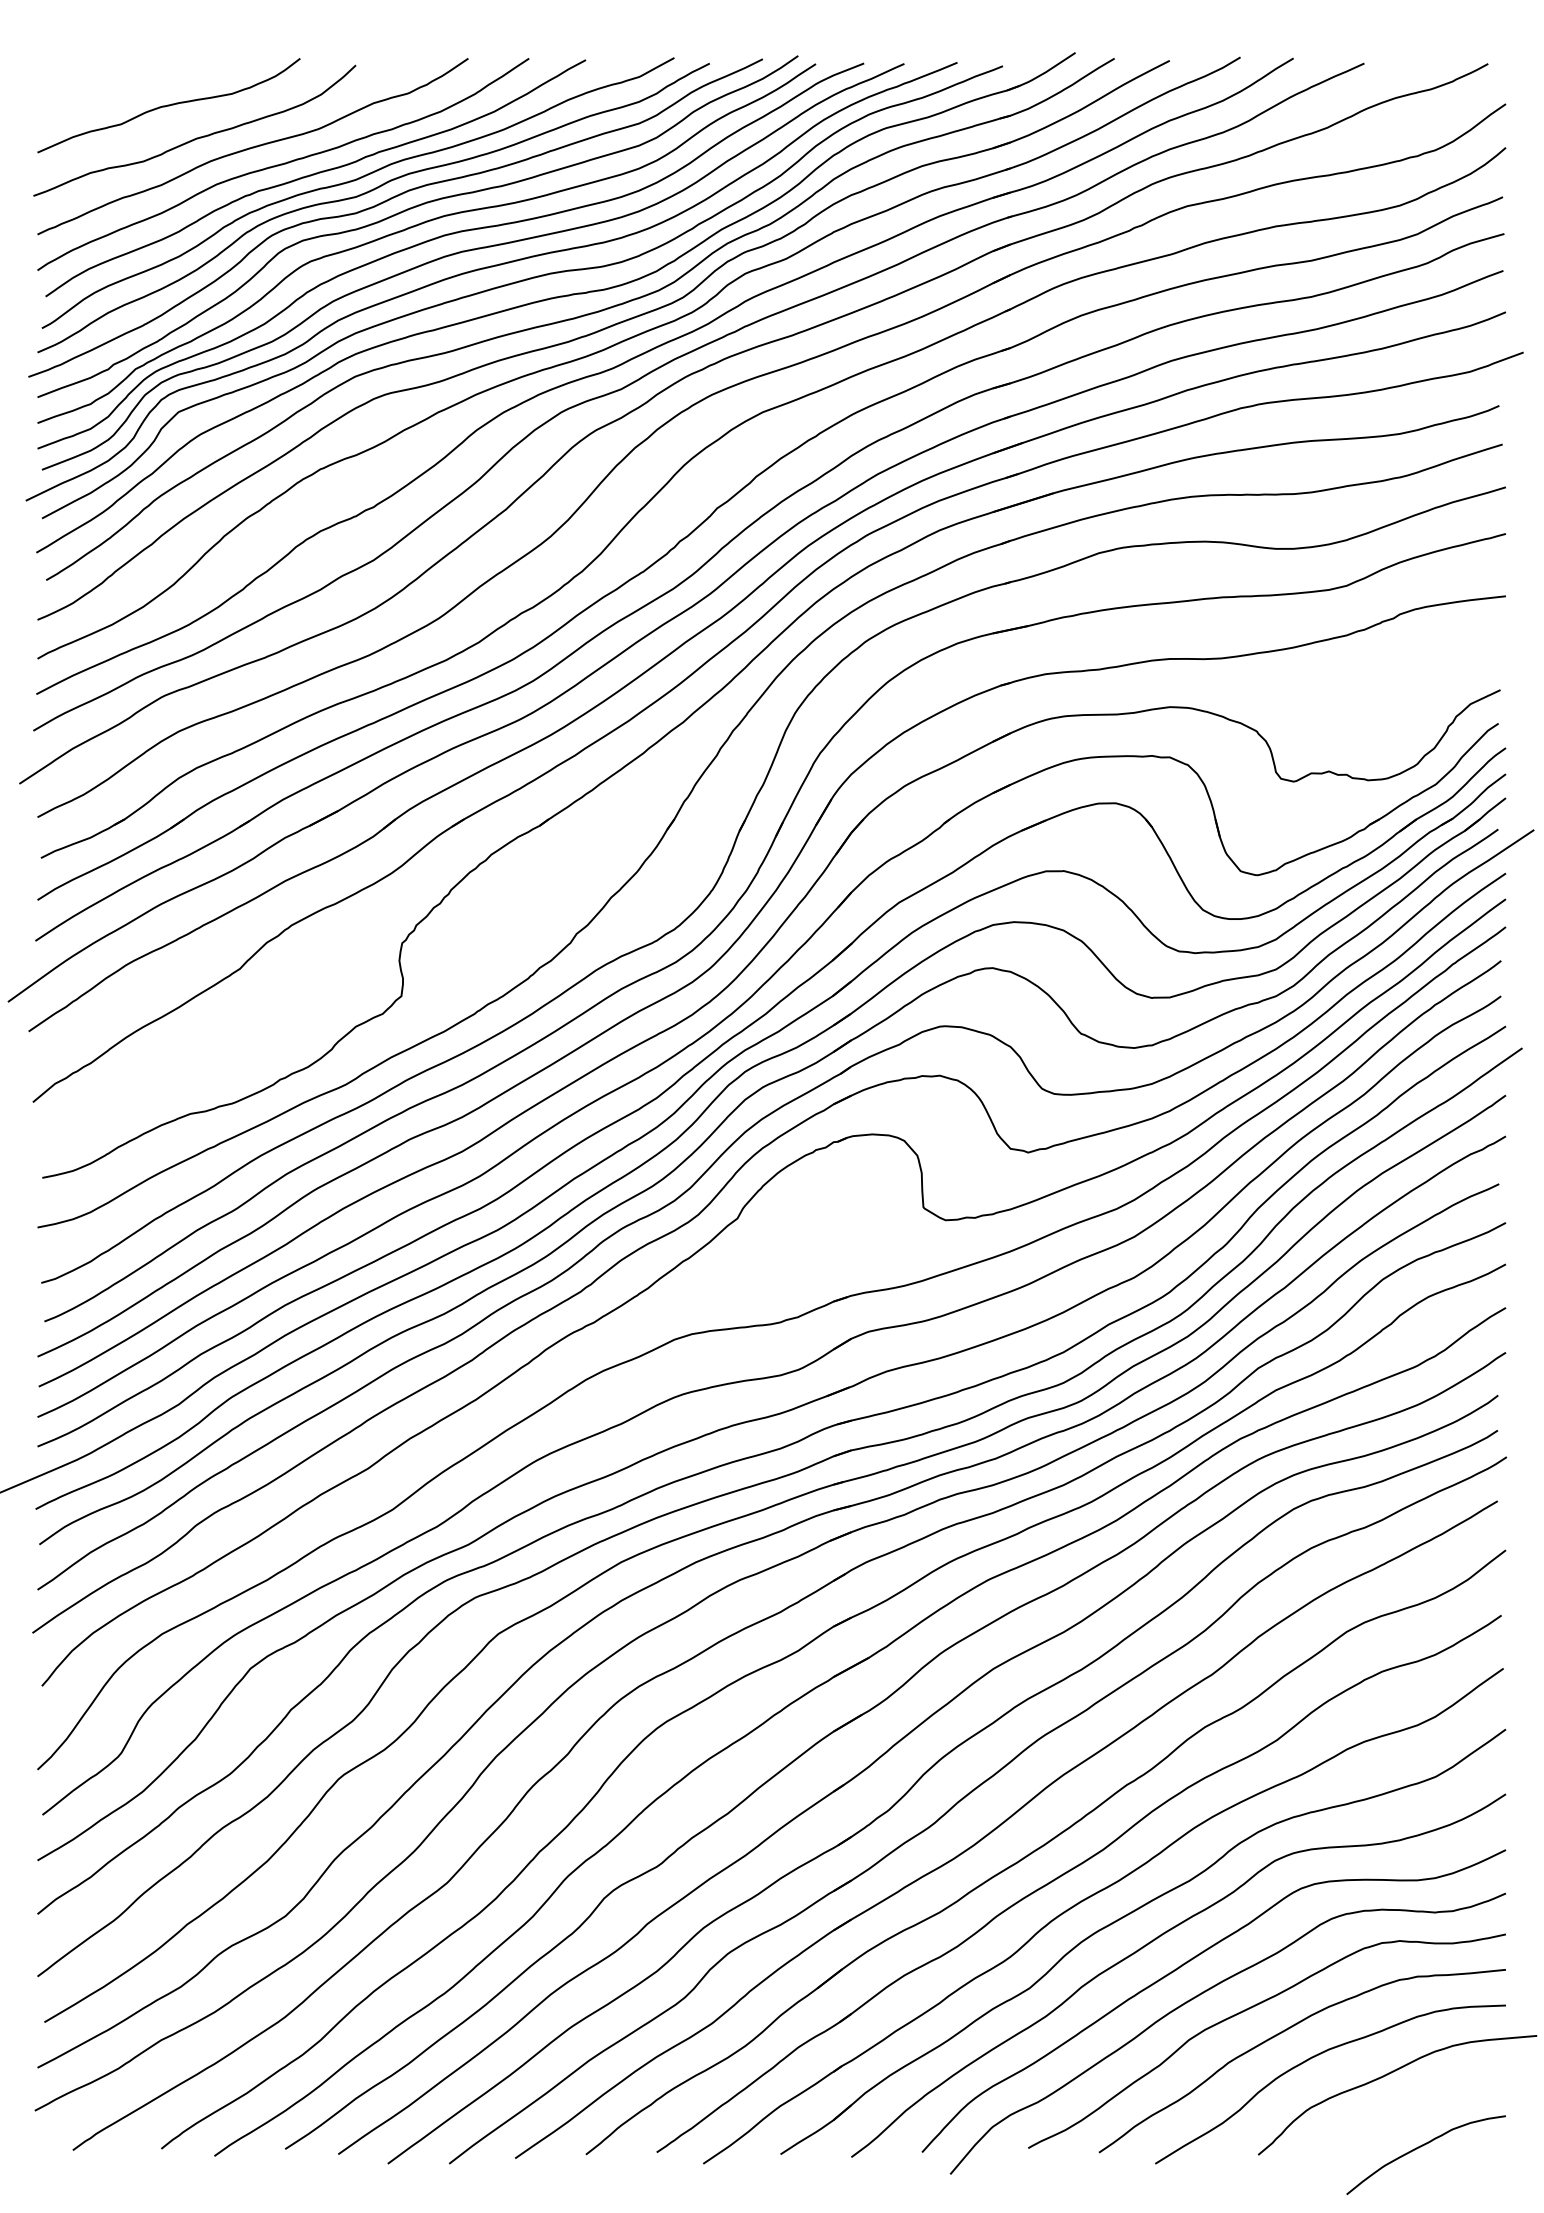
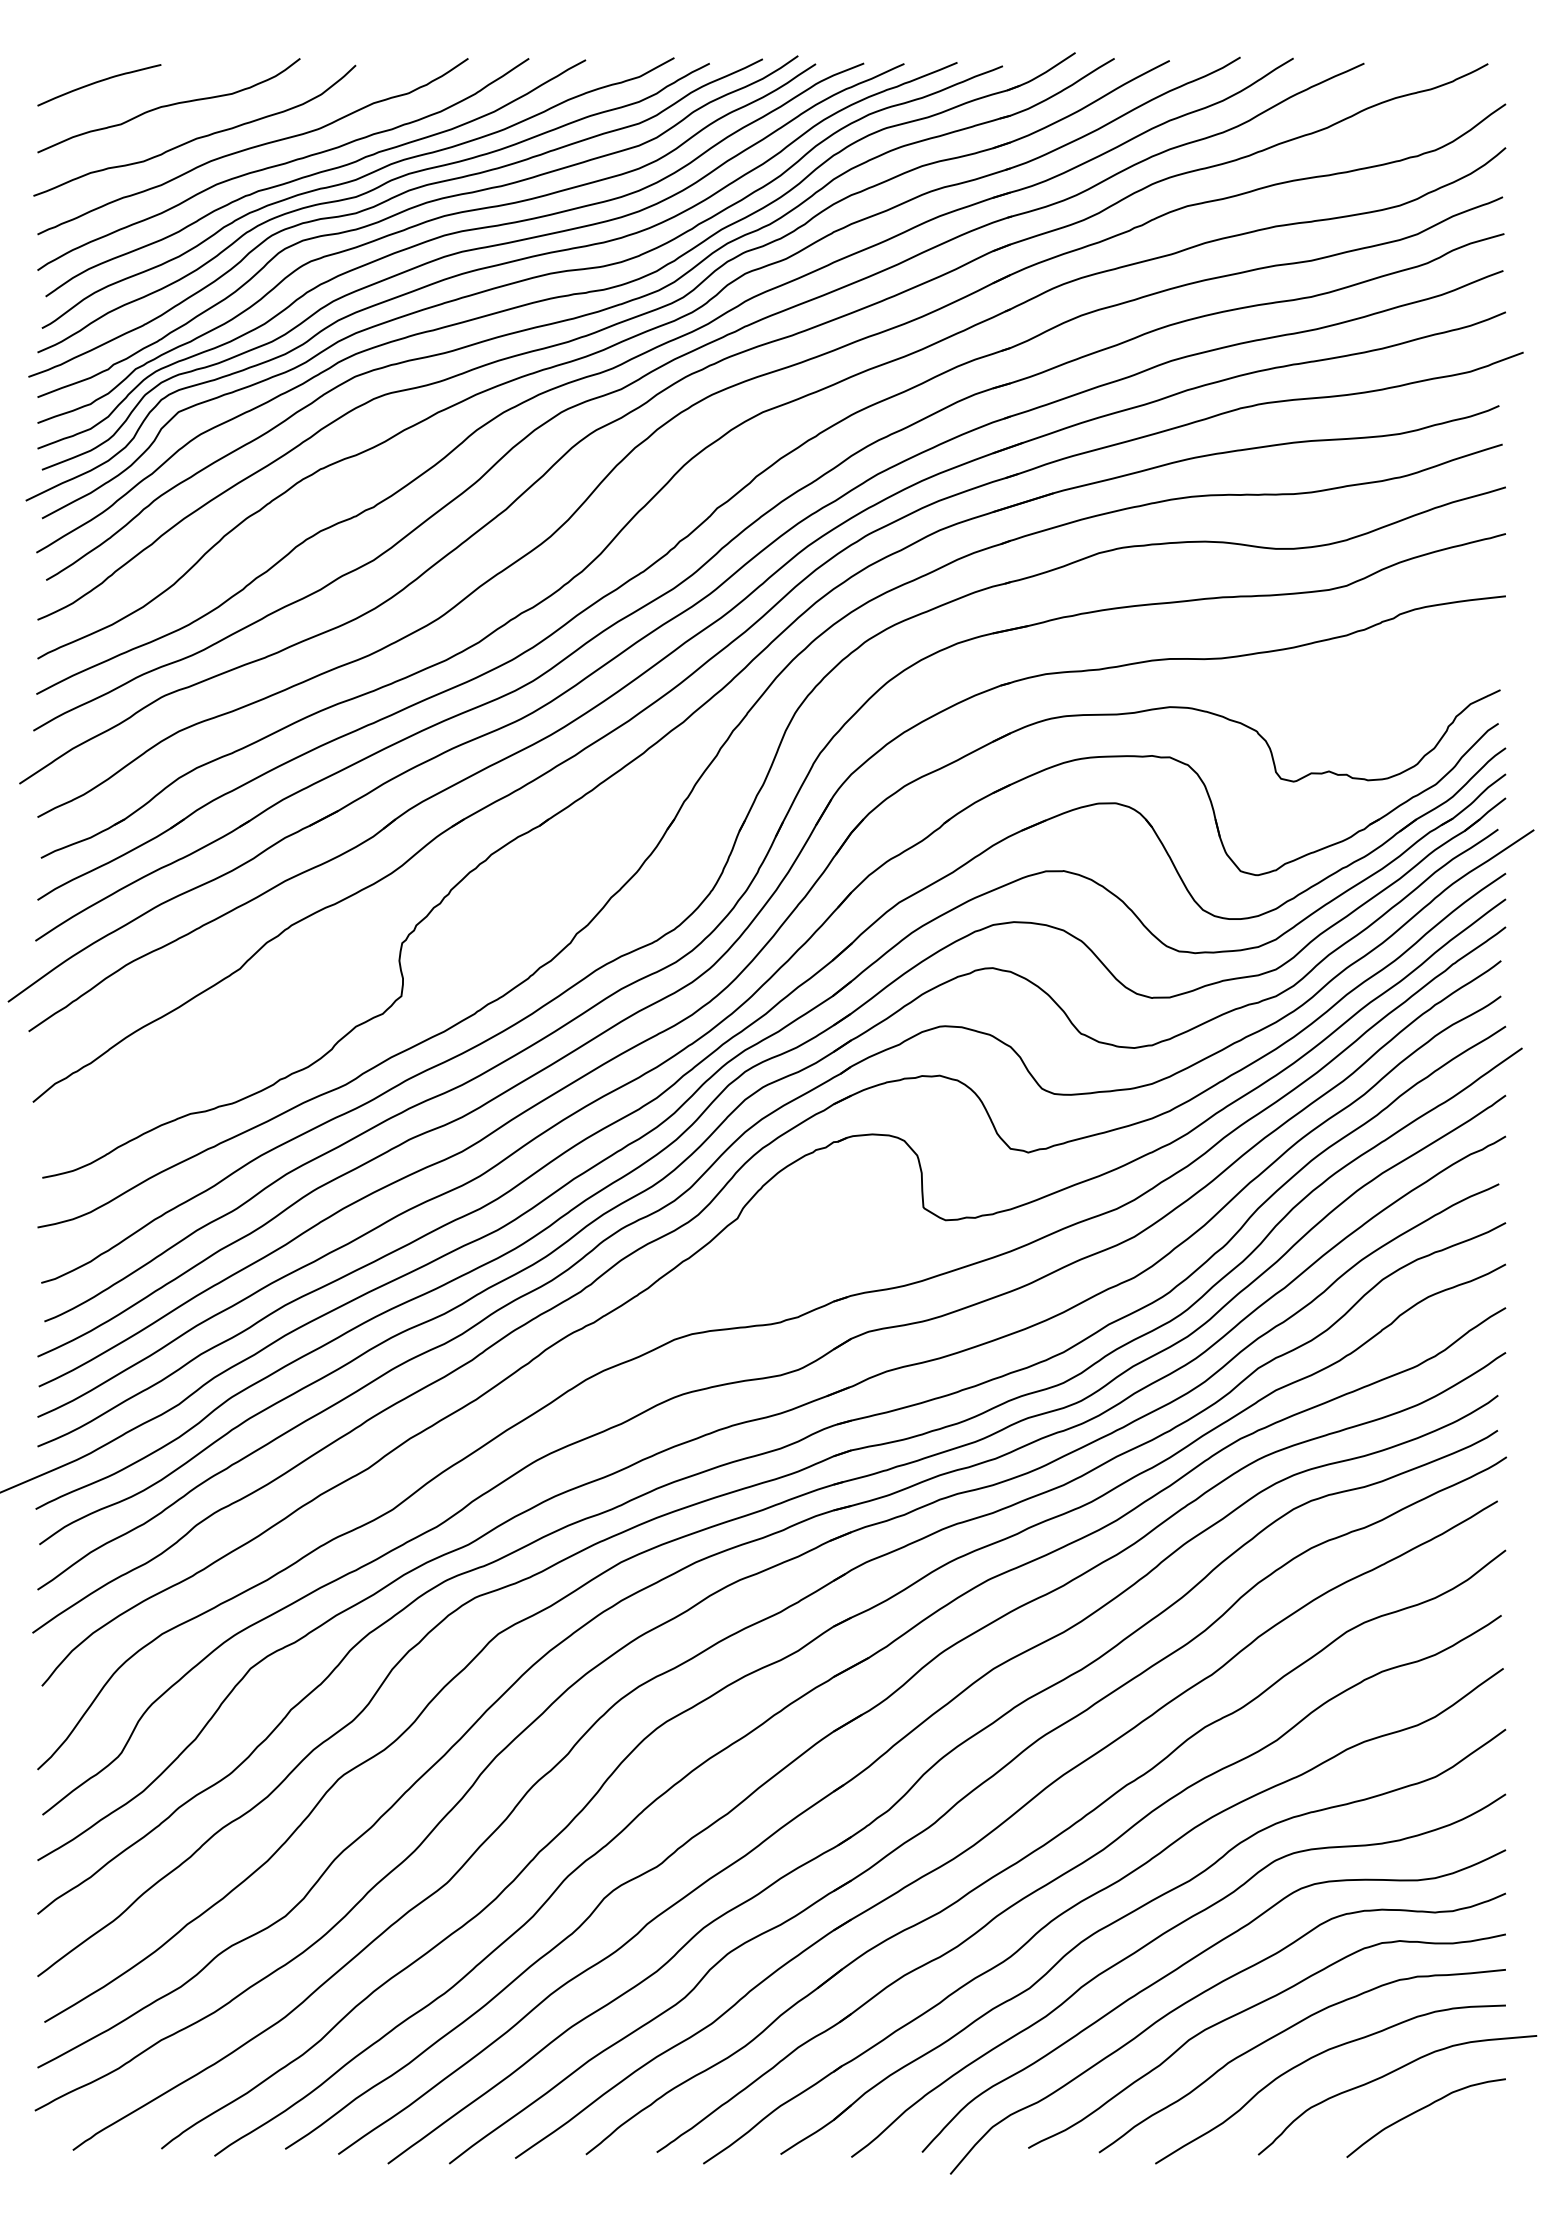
curve at (99, 82): none -> present
curve at (1421, 2147) position: (1421, 2147) -> (1421, 2110)
